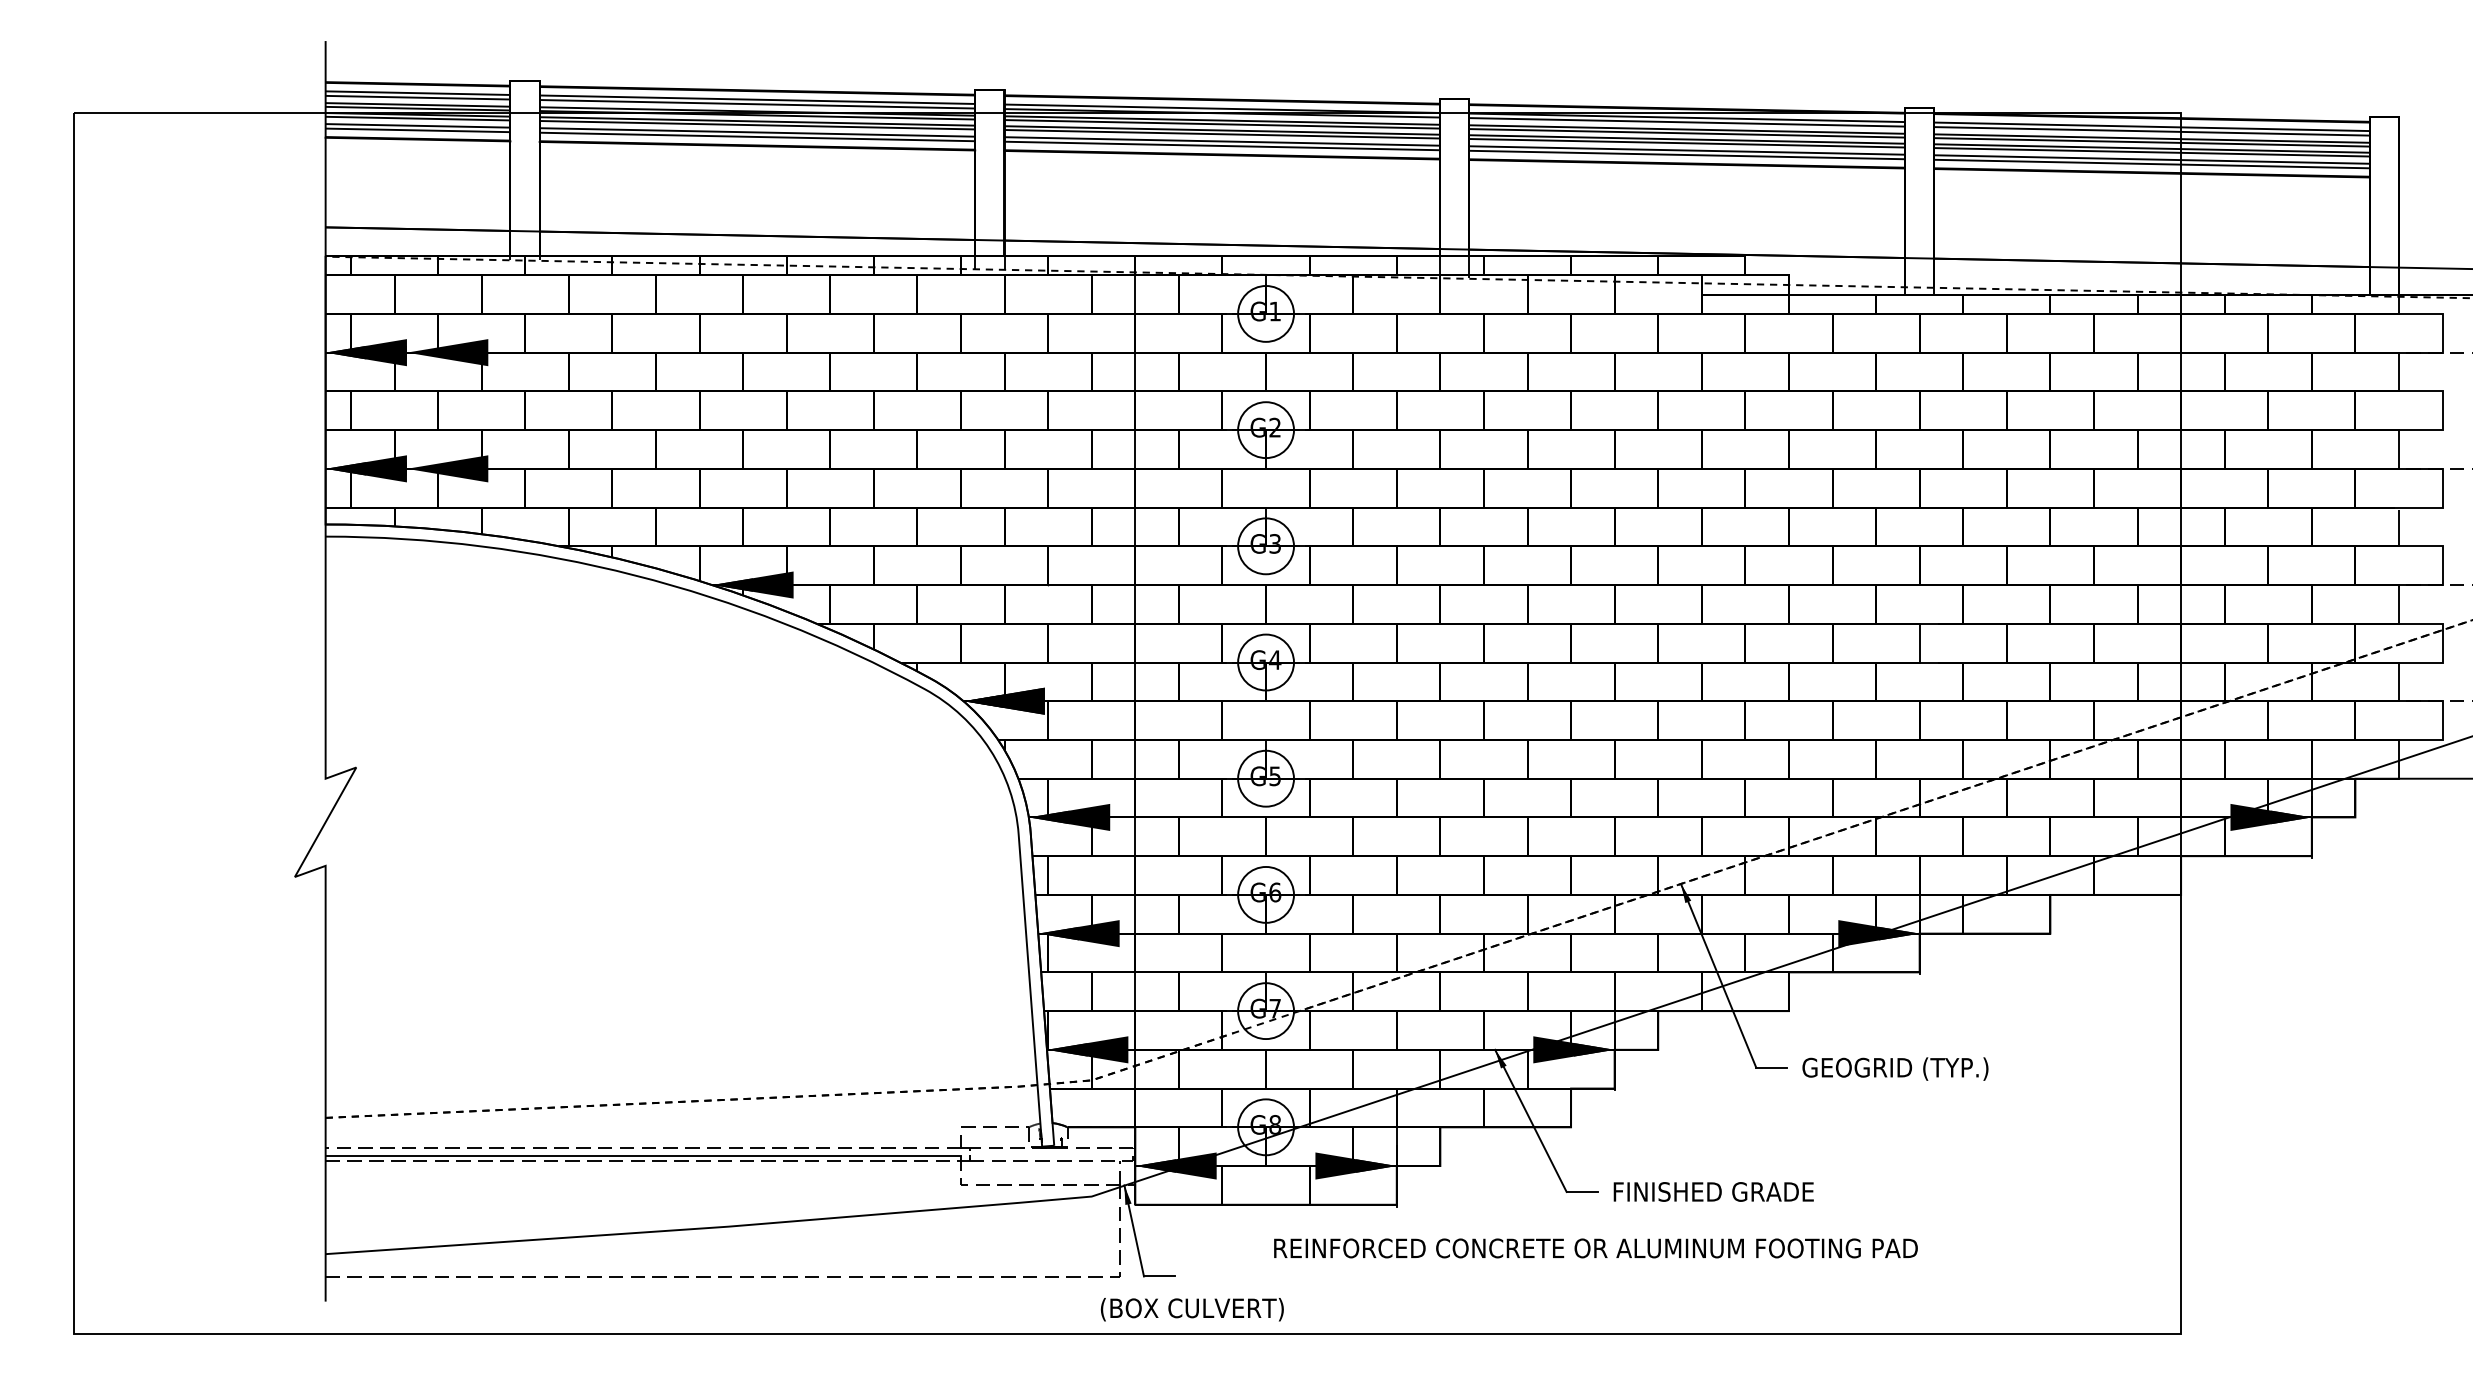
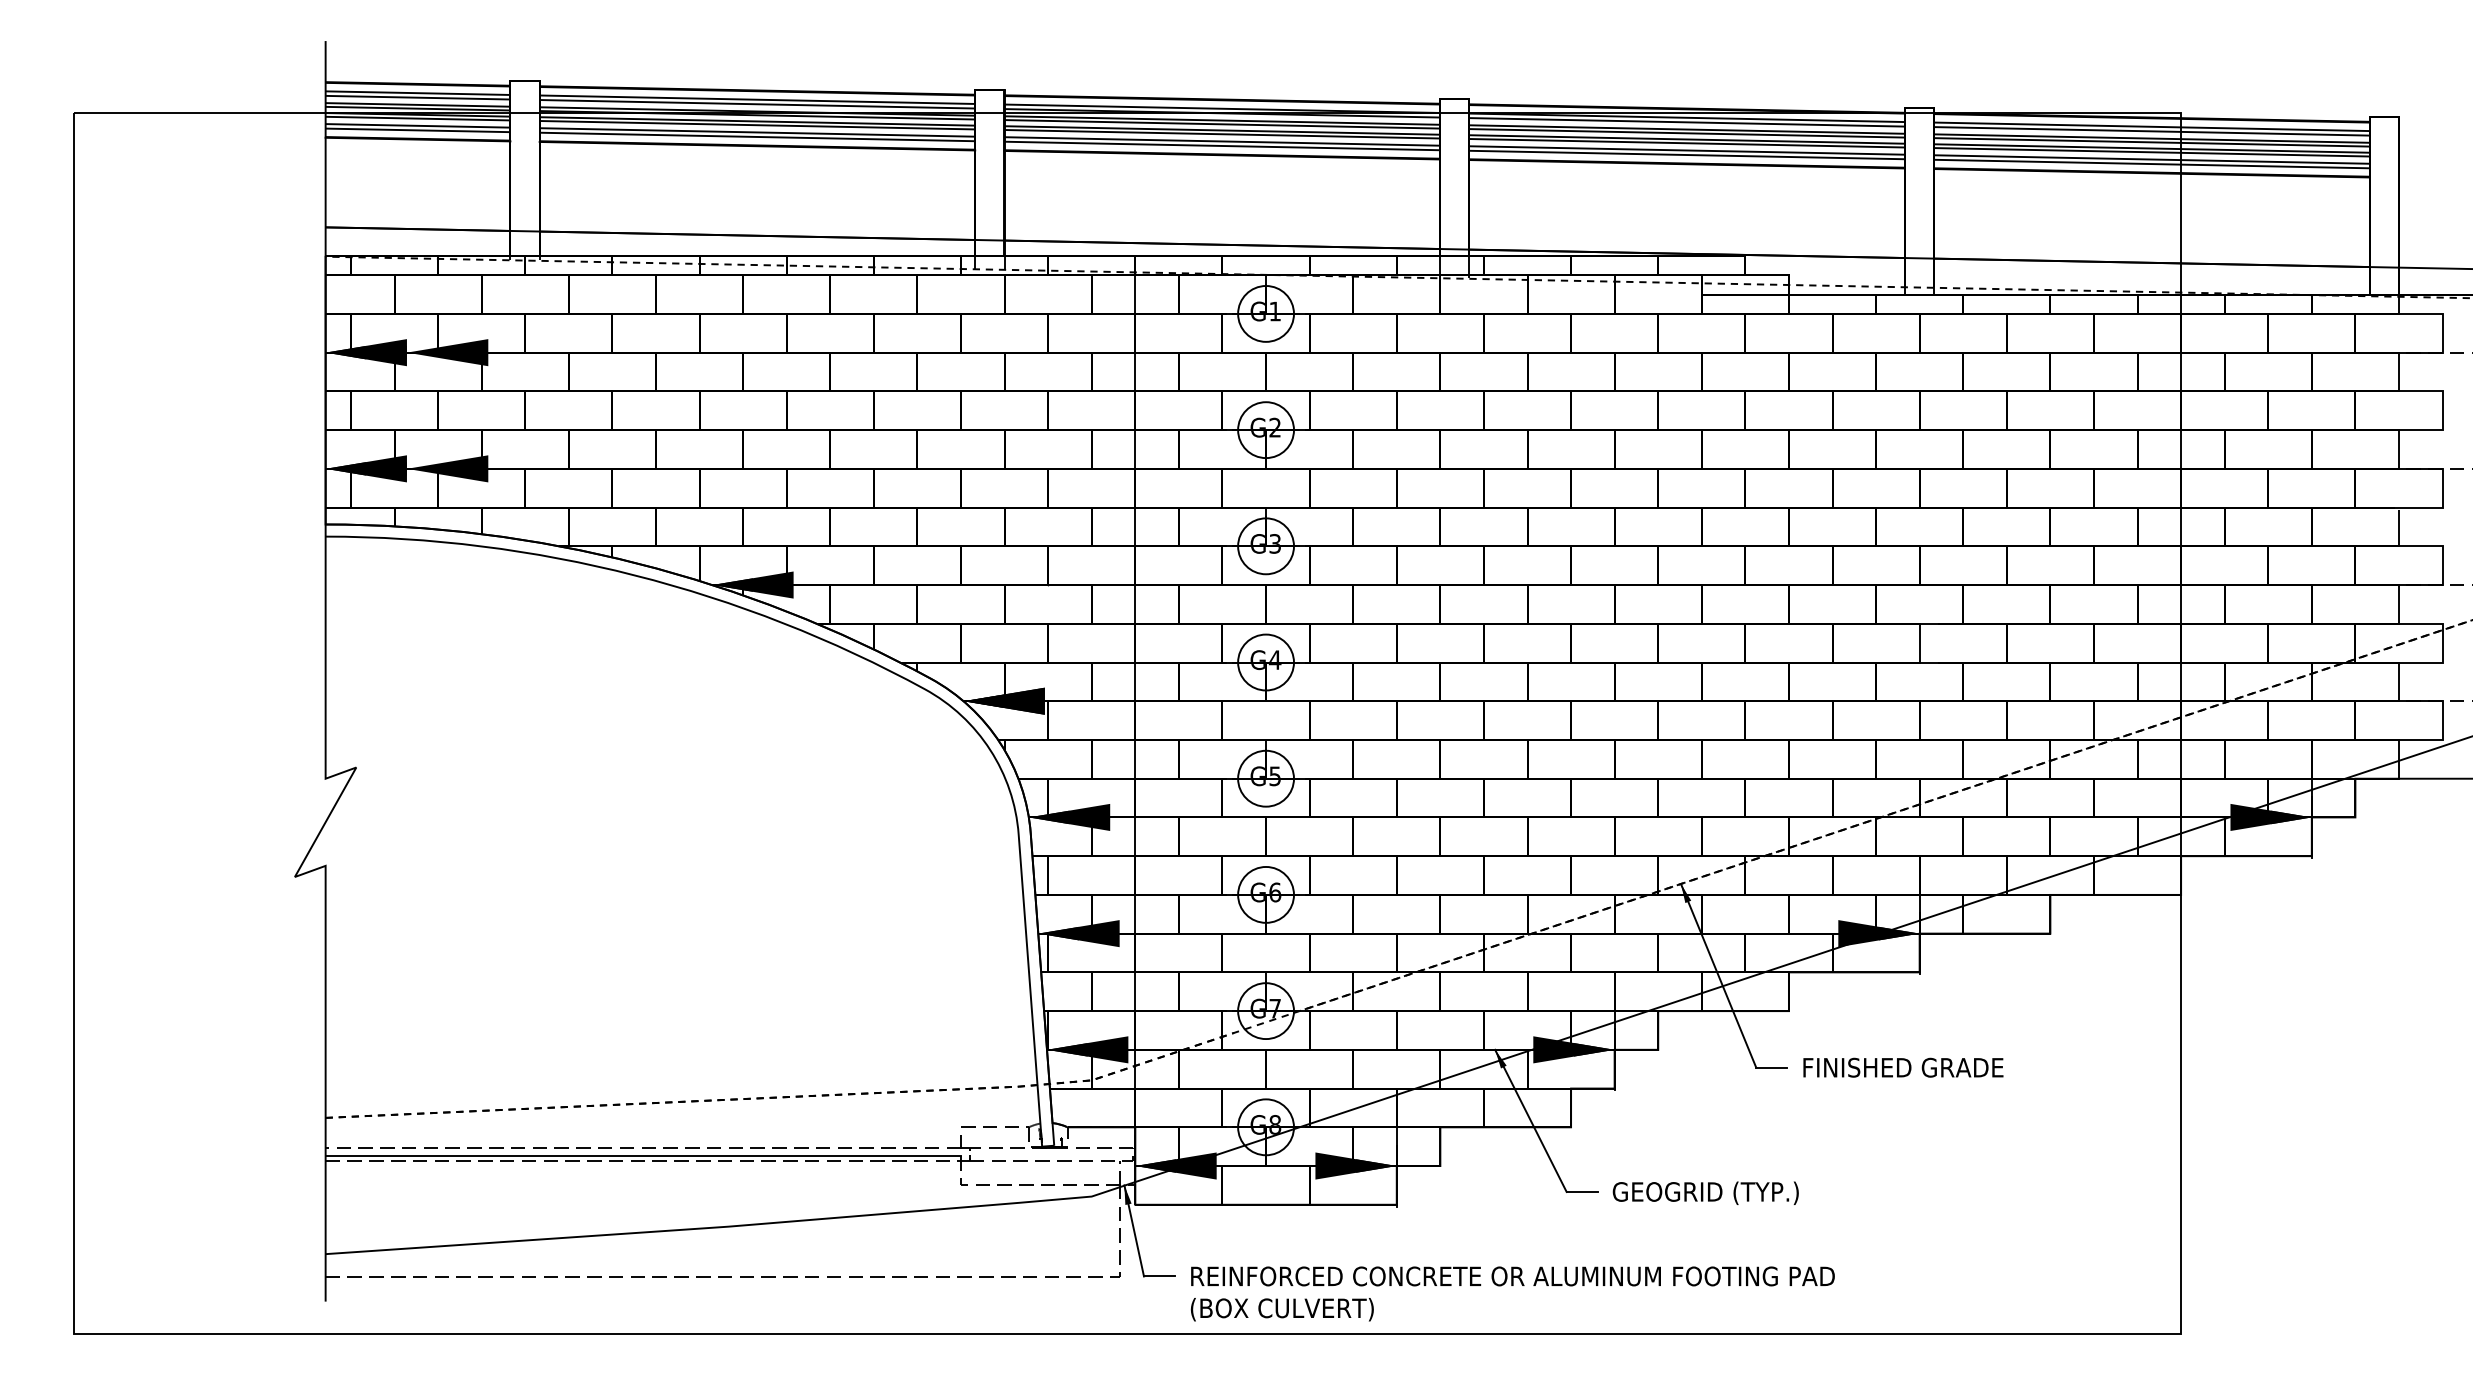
text at (1902, 1068): GEOGRID (TYP.) -> FINISHED GRADE
text at (1712, 1193): FINISHED GRADE -> GEOGRID (TYP.)
text at (1595, 1248) position: (1595, 1248) -> (1512, 1276)
text at (1191, 1309) position: (1191, 1309) -> (1281, 1309)
